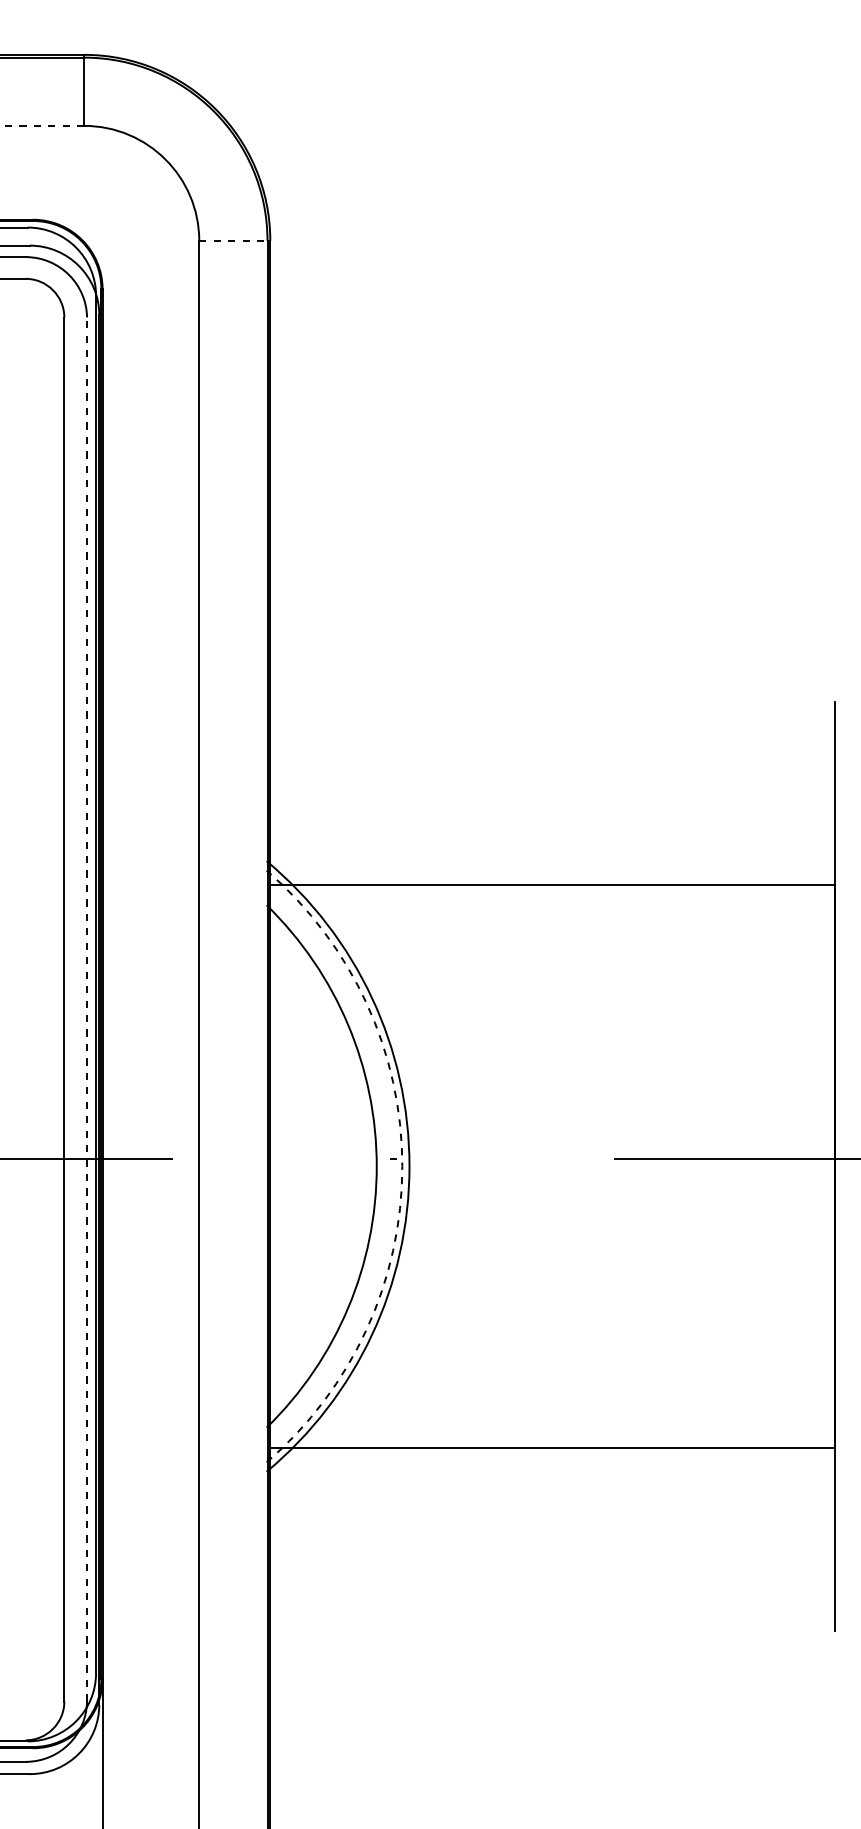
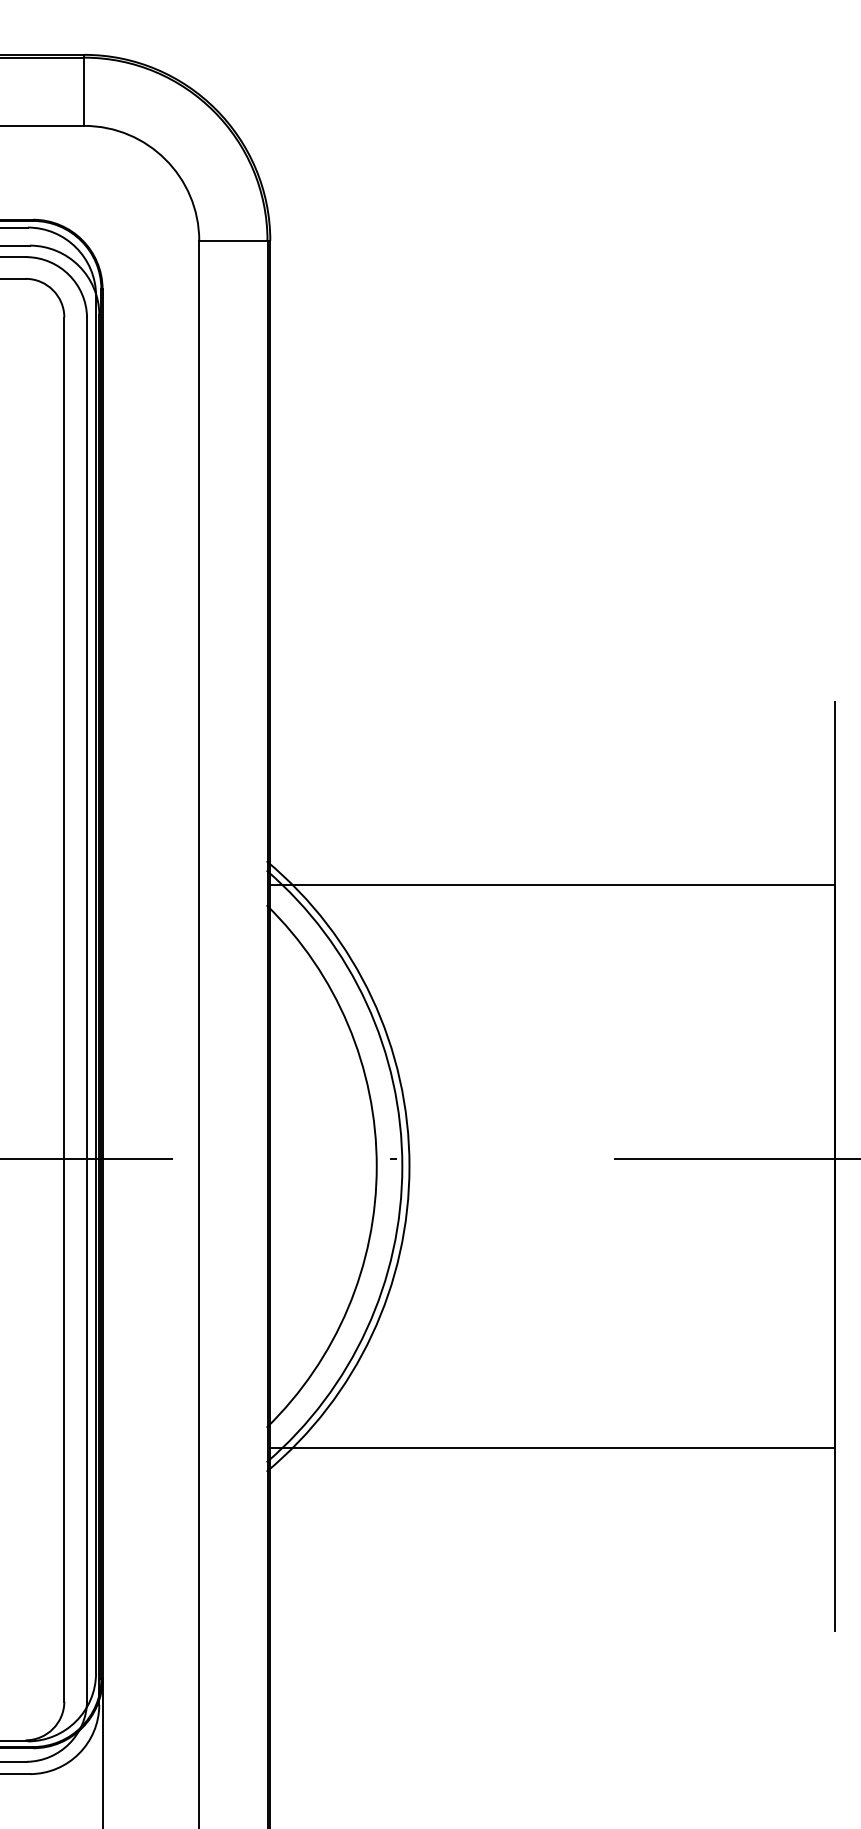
line at (42, 125): dashed -> solid
line at (233, 240): dashed -> solid
line at (87, 1008): dashed -> solid
arc at (402, 1166): dashed -> solid
